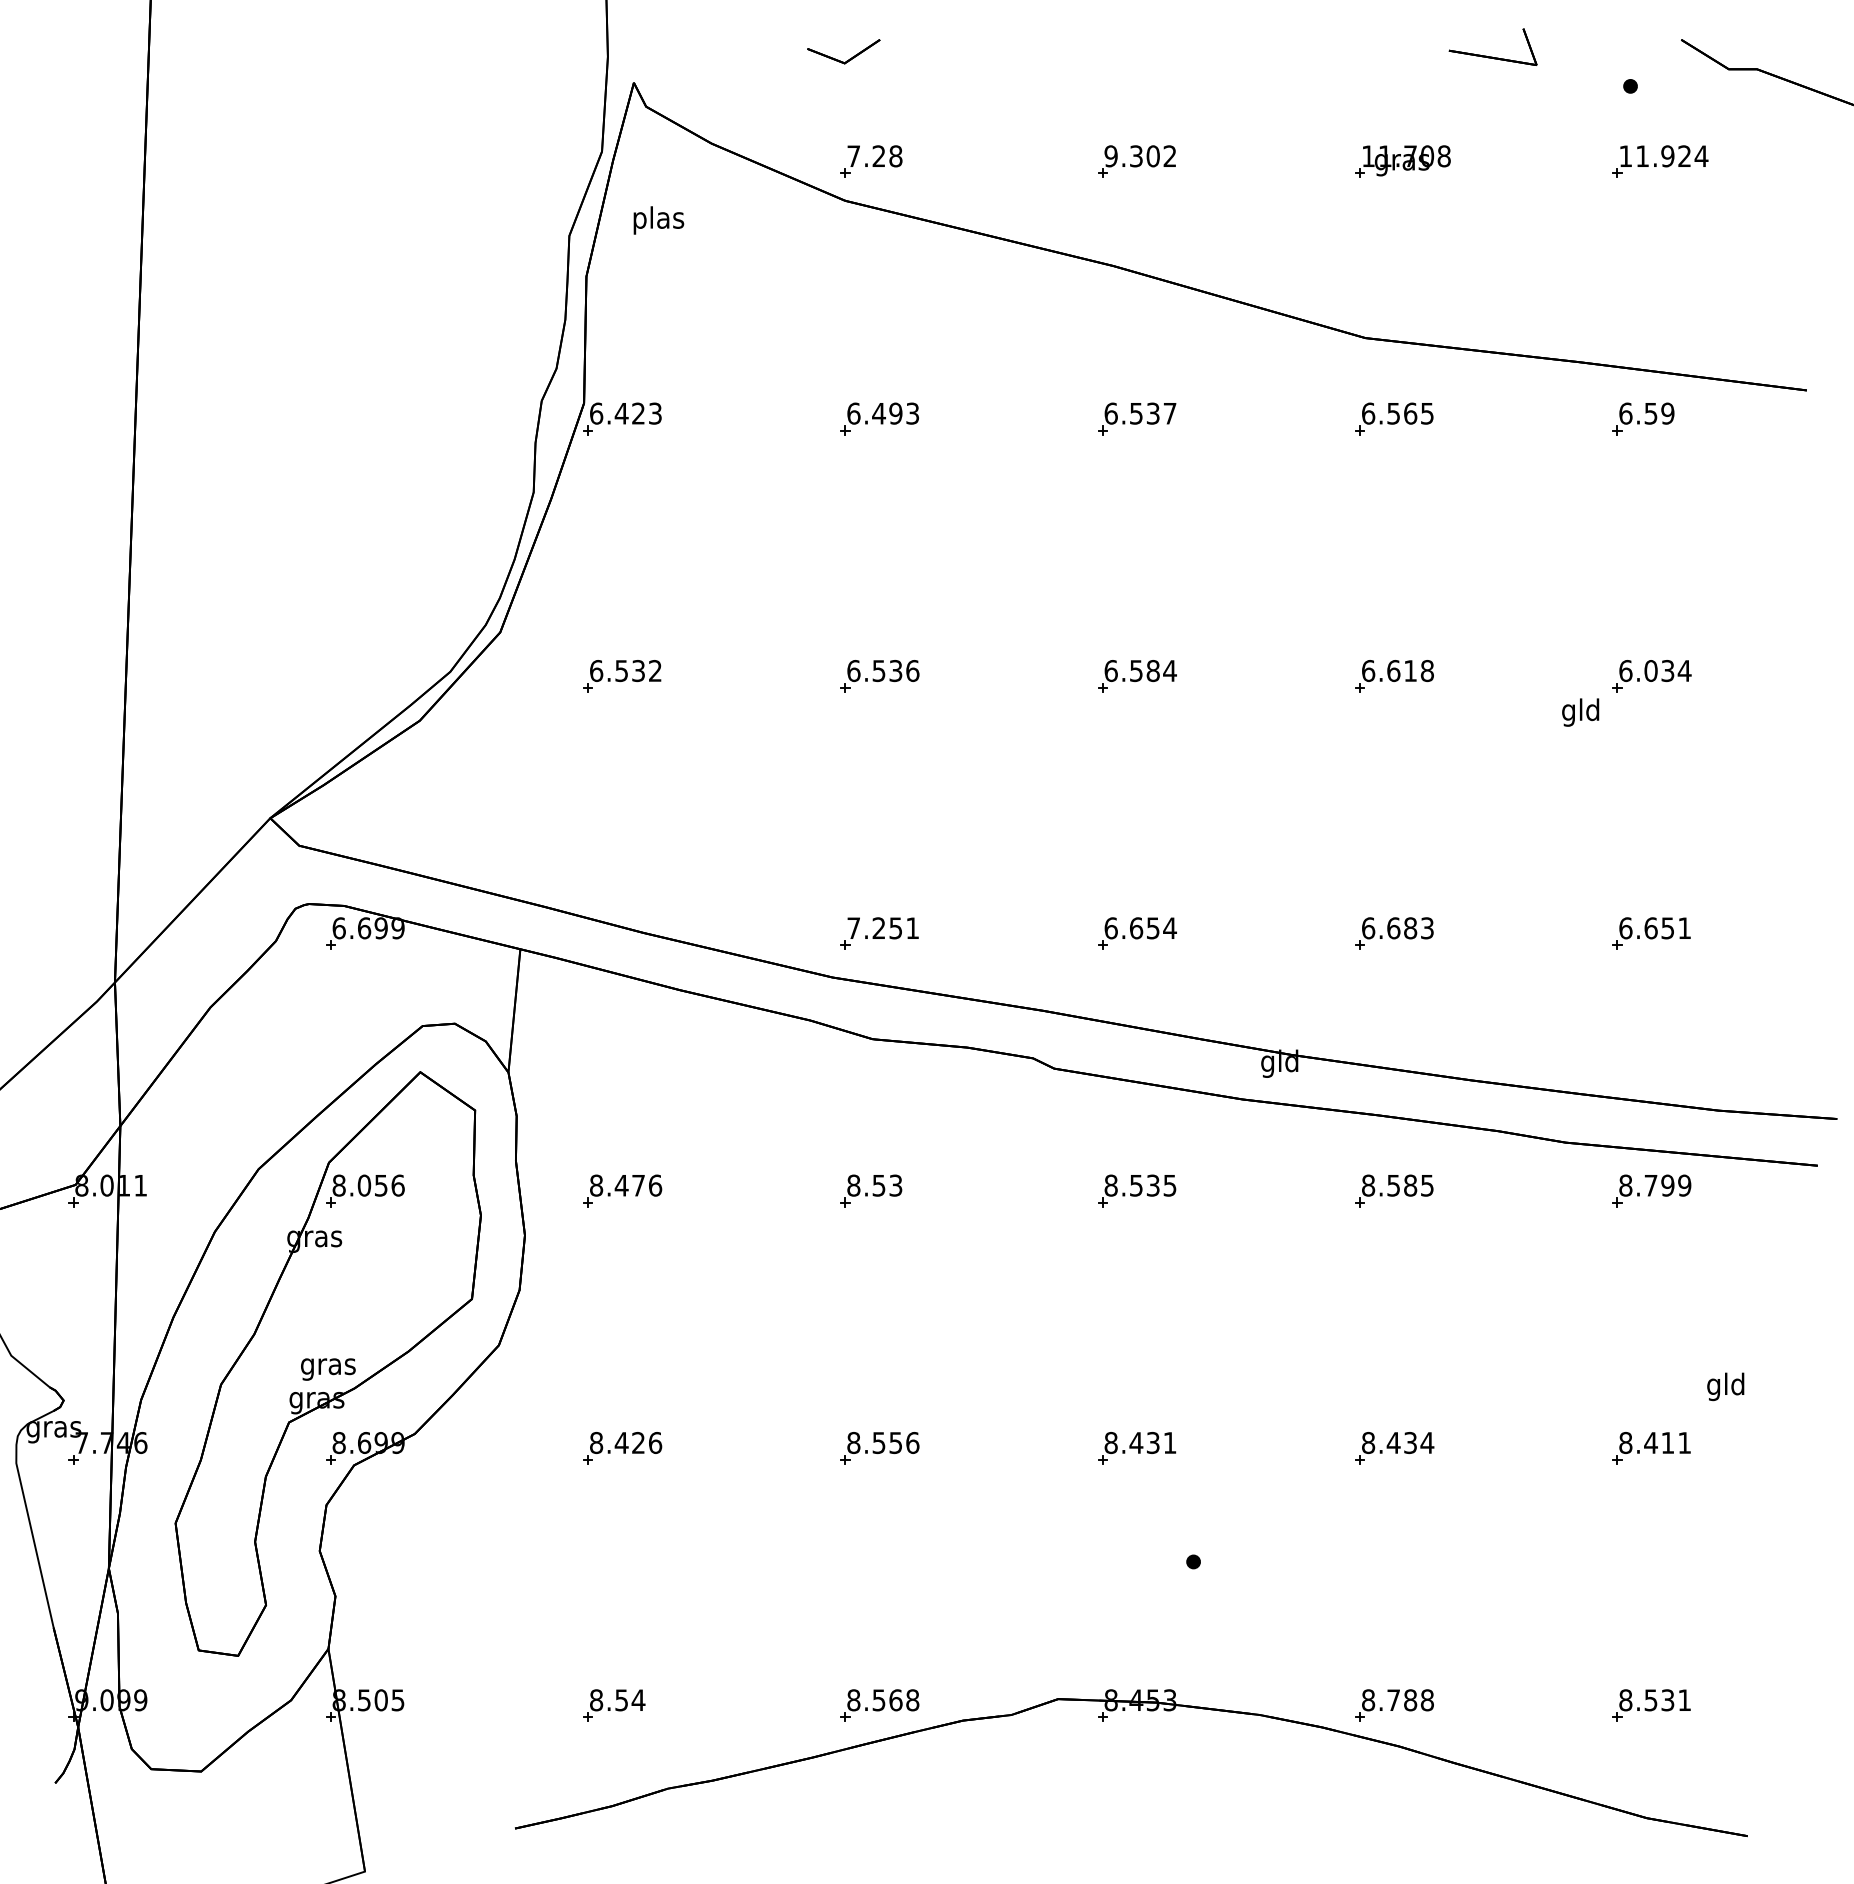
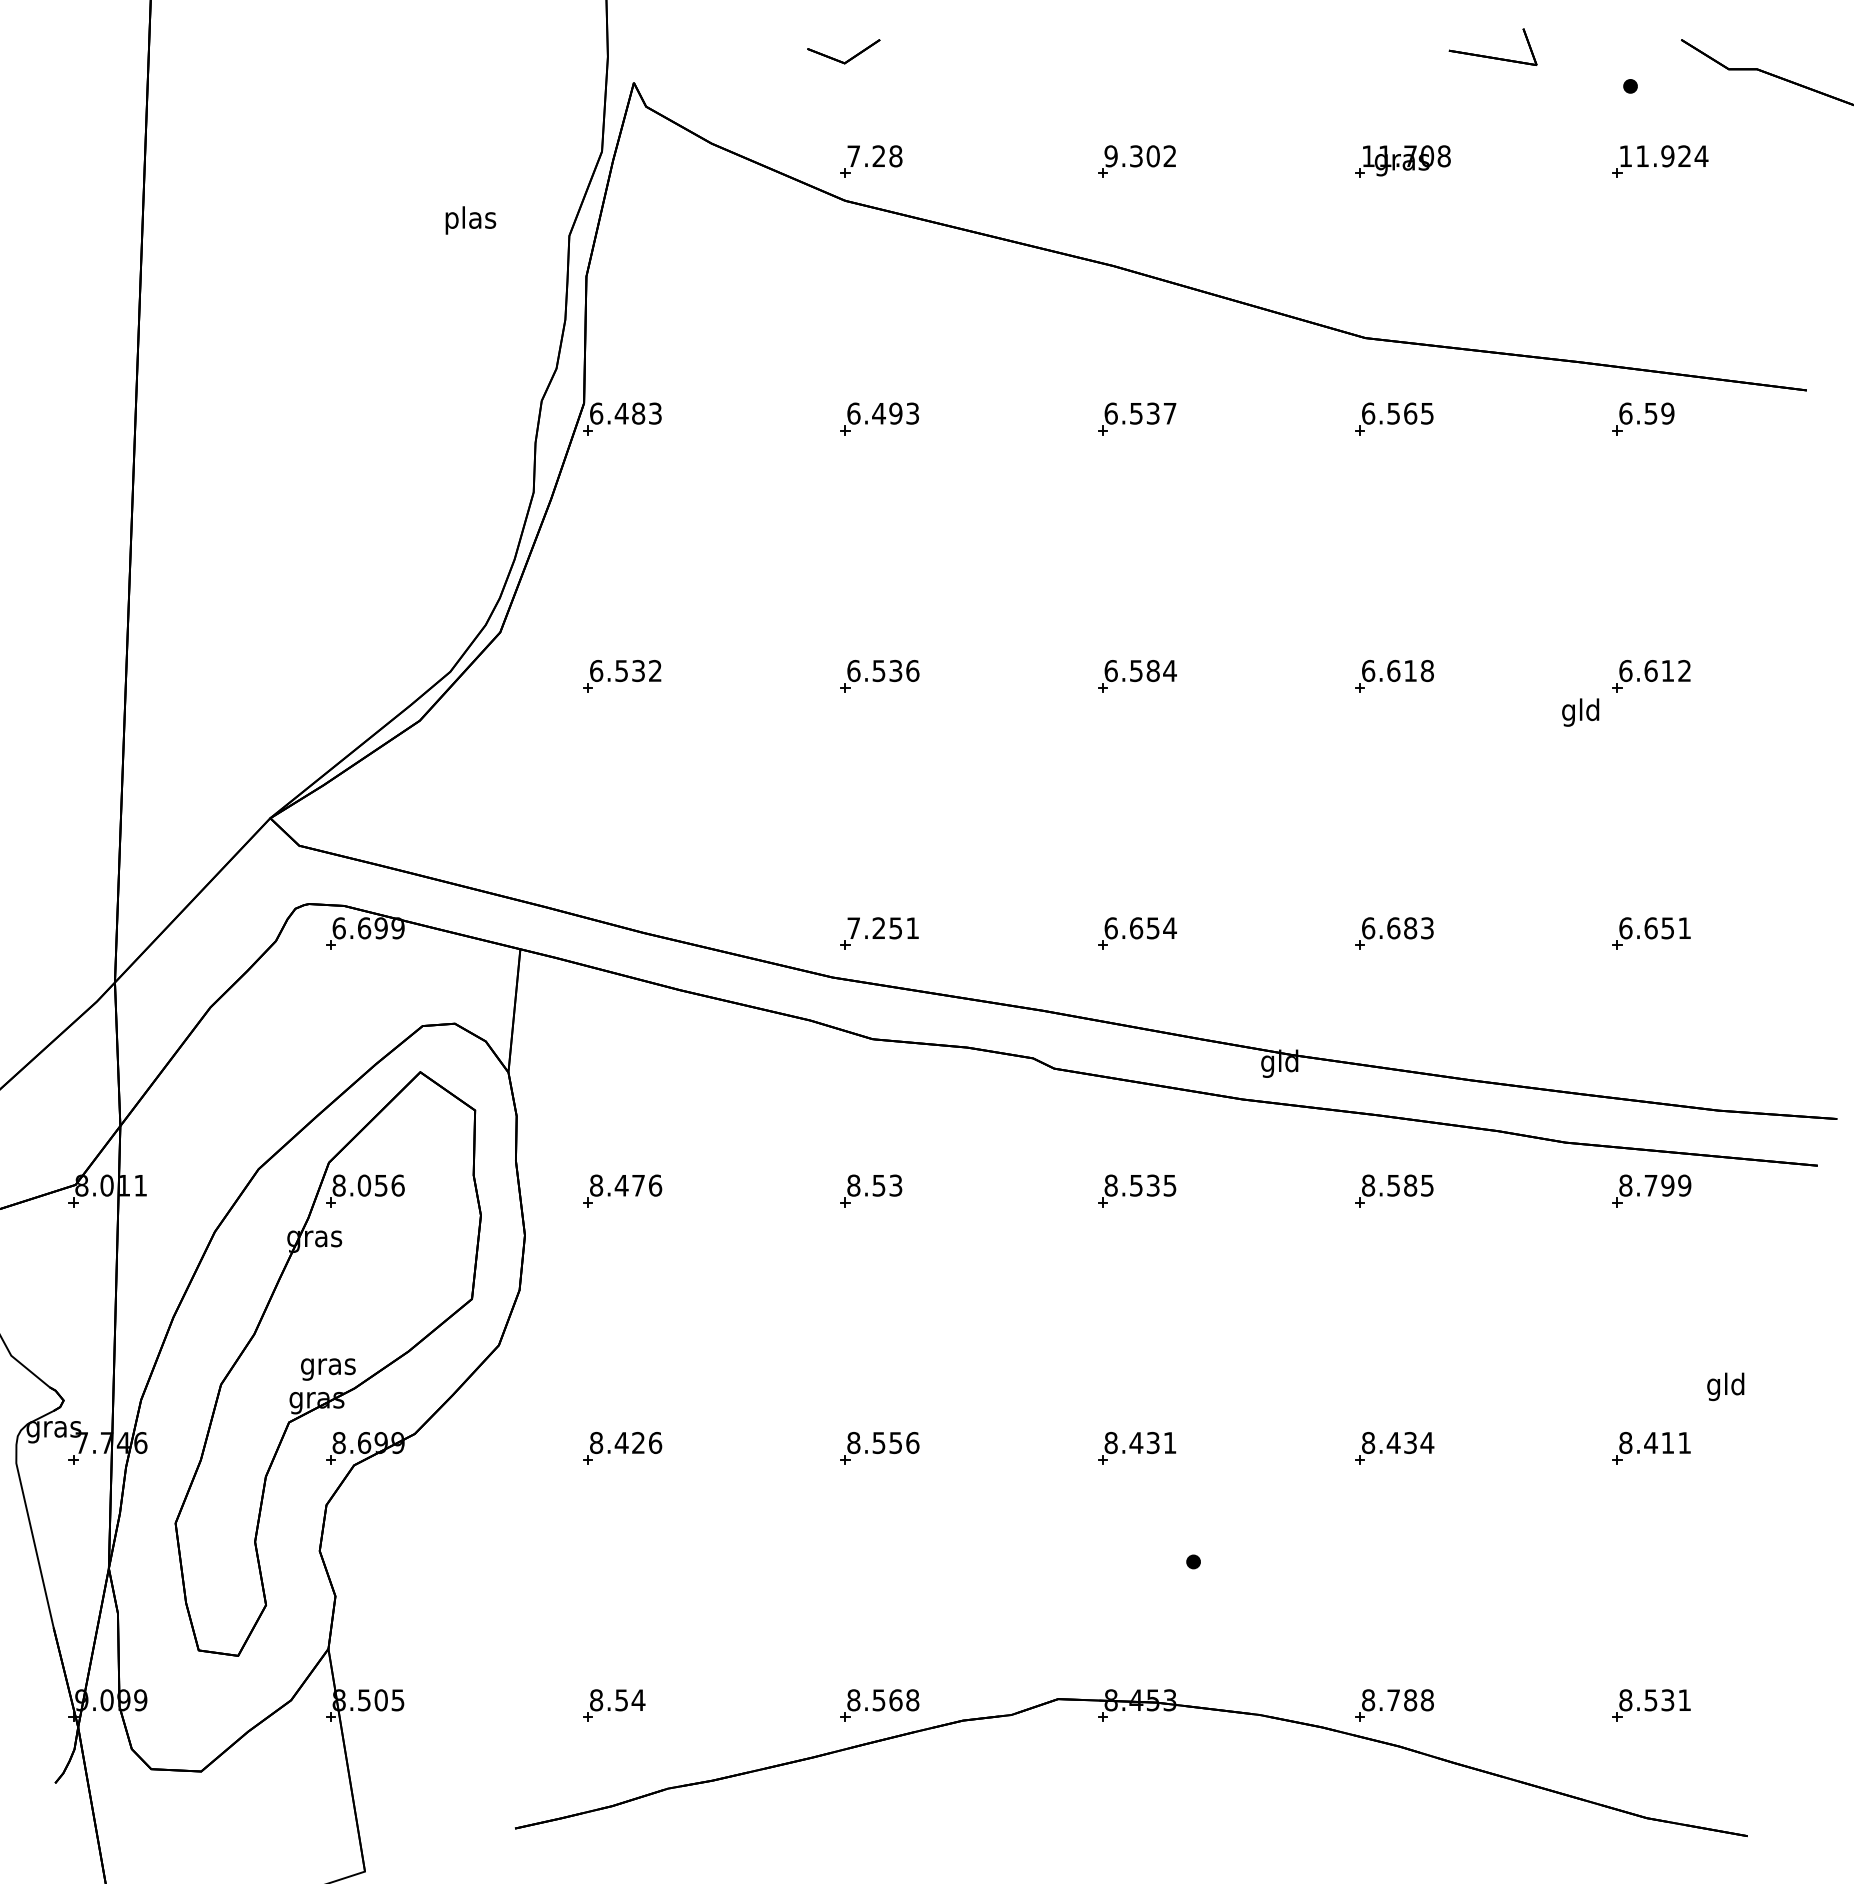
text at (658, 220) position: (658, 220) -> (470, 220)
text at (638, 413): 6.423 -> 6.483
text at (1667, 671): 6.034 -> 6.612
